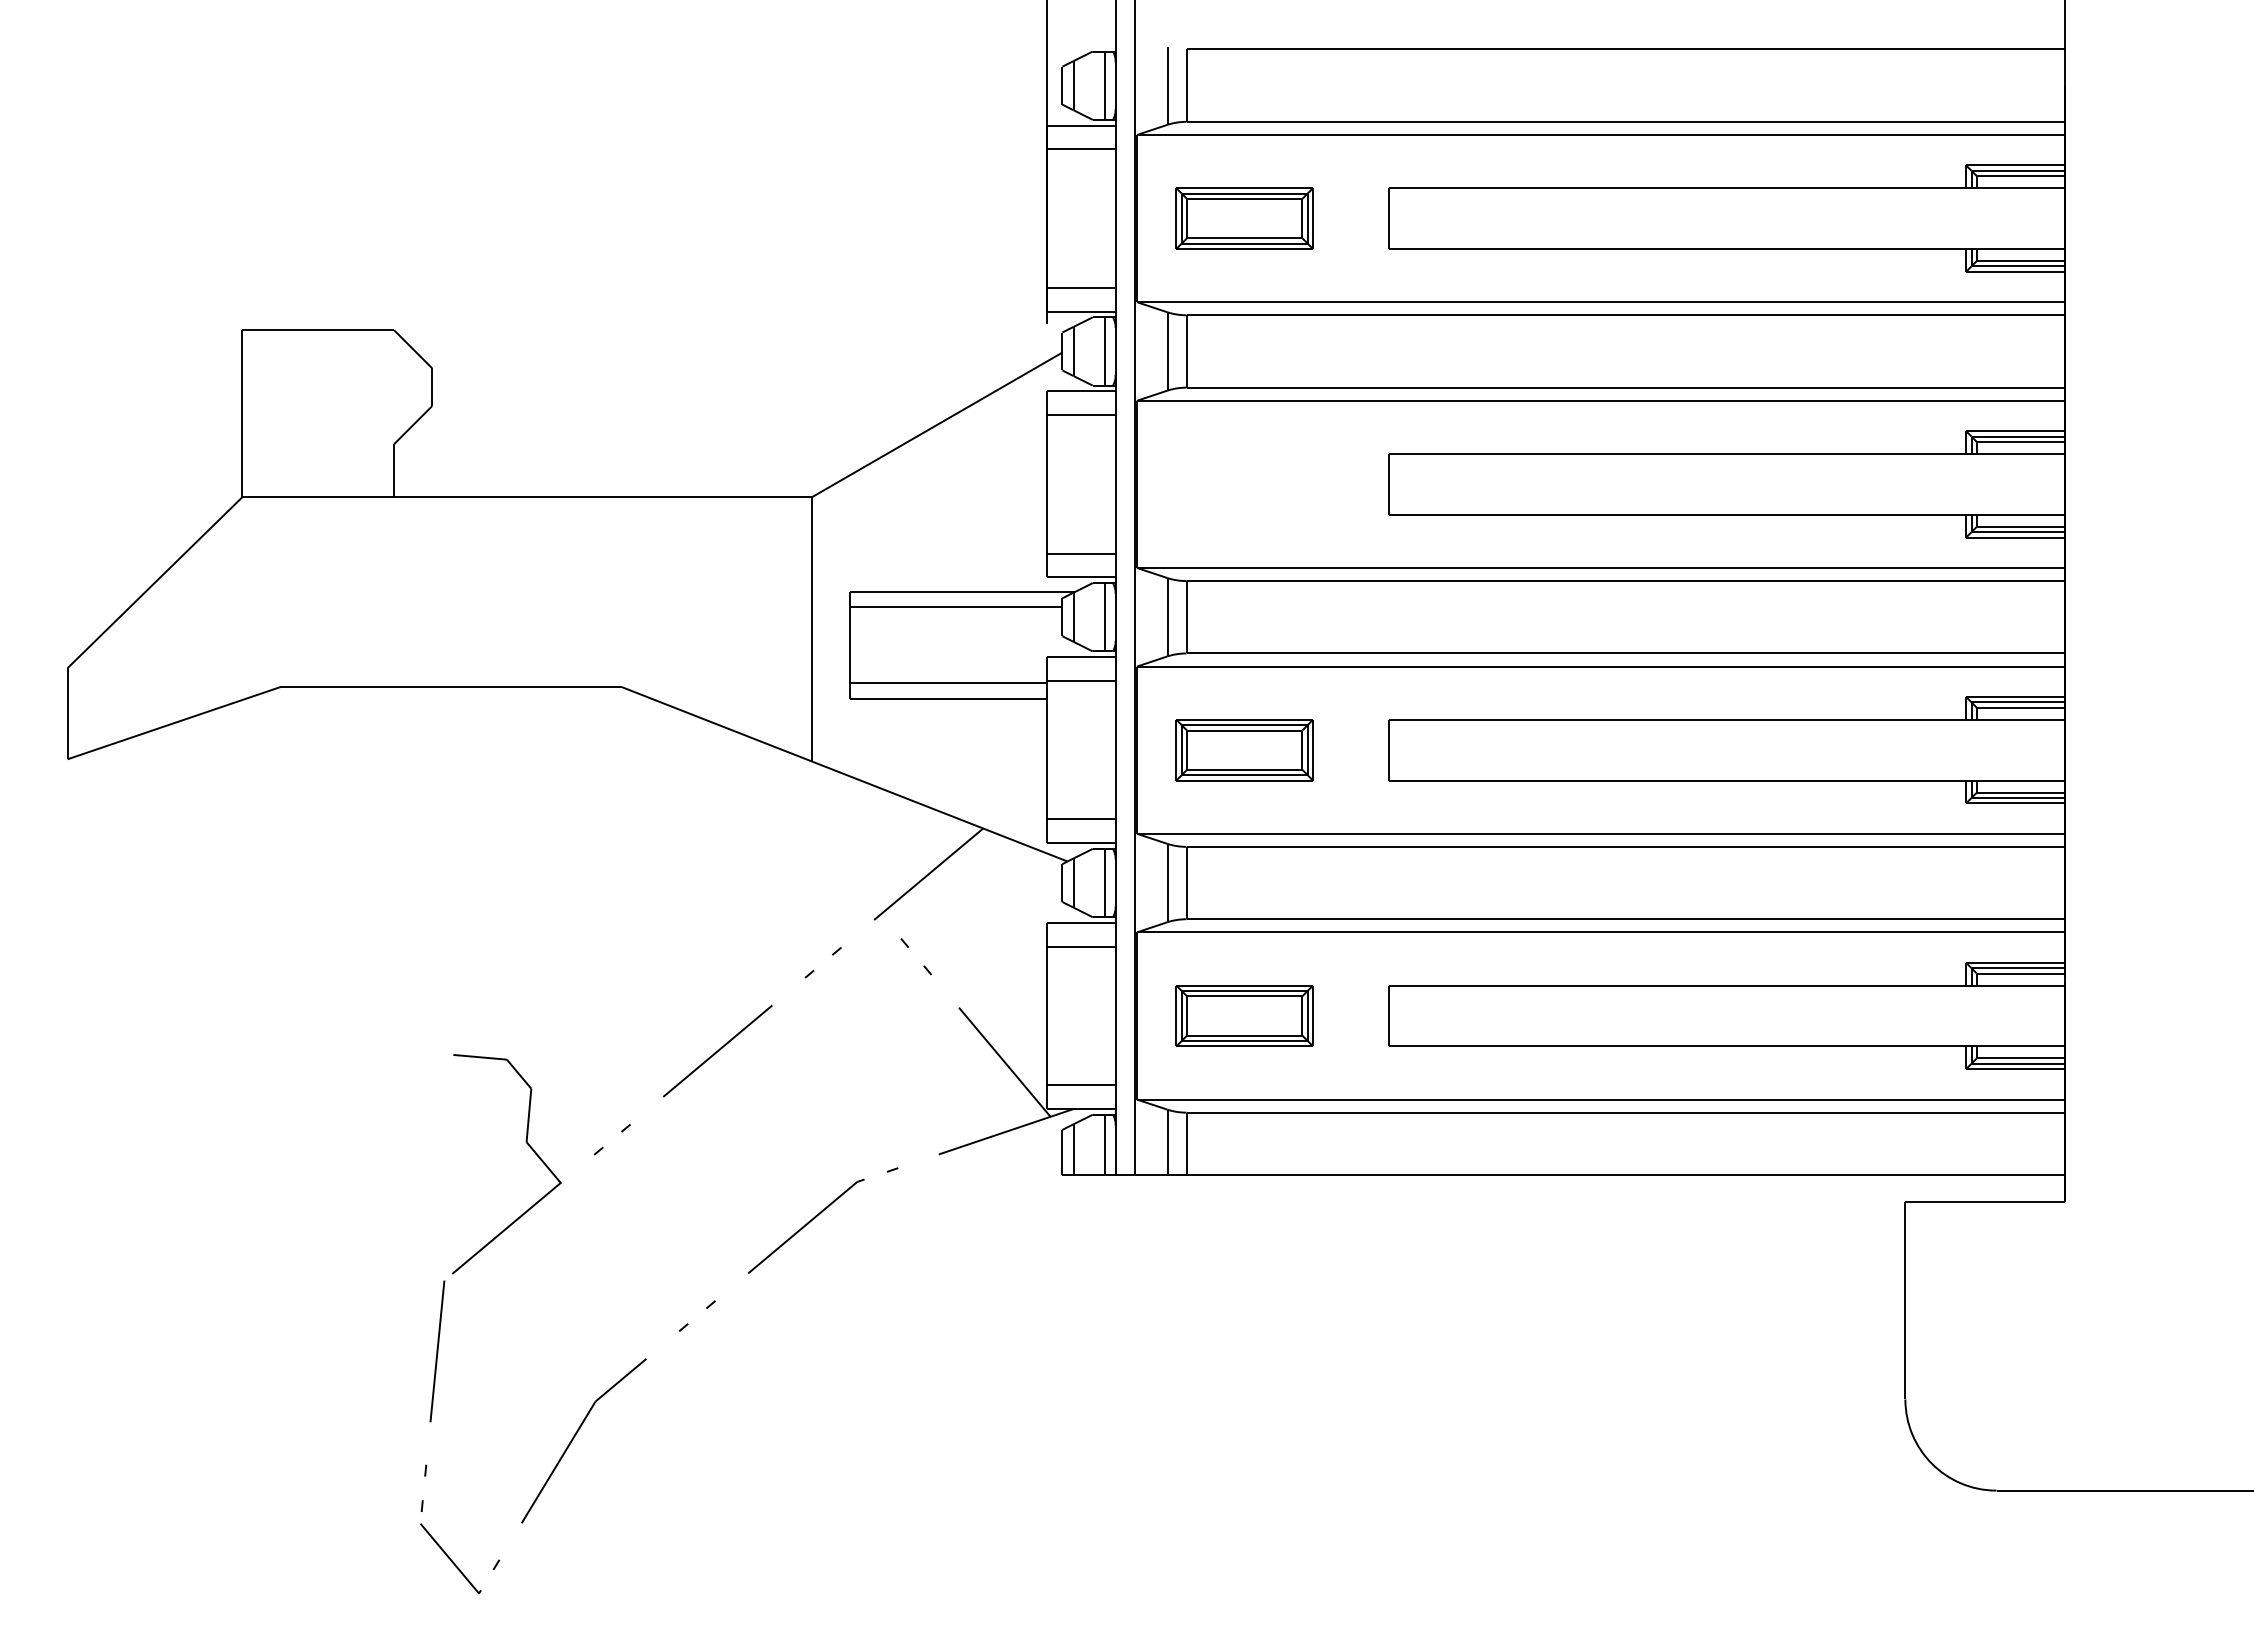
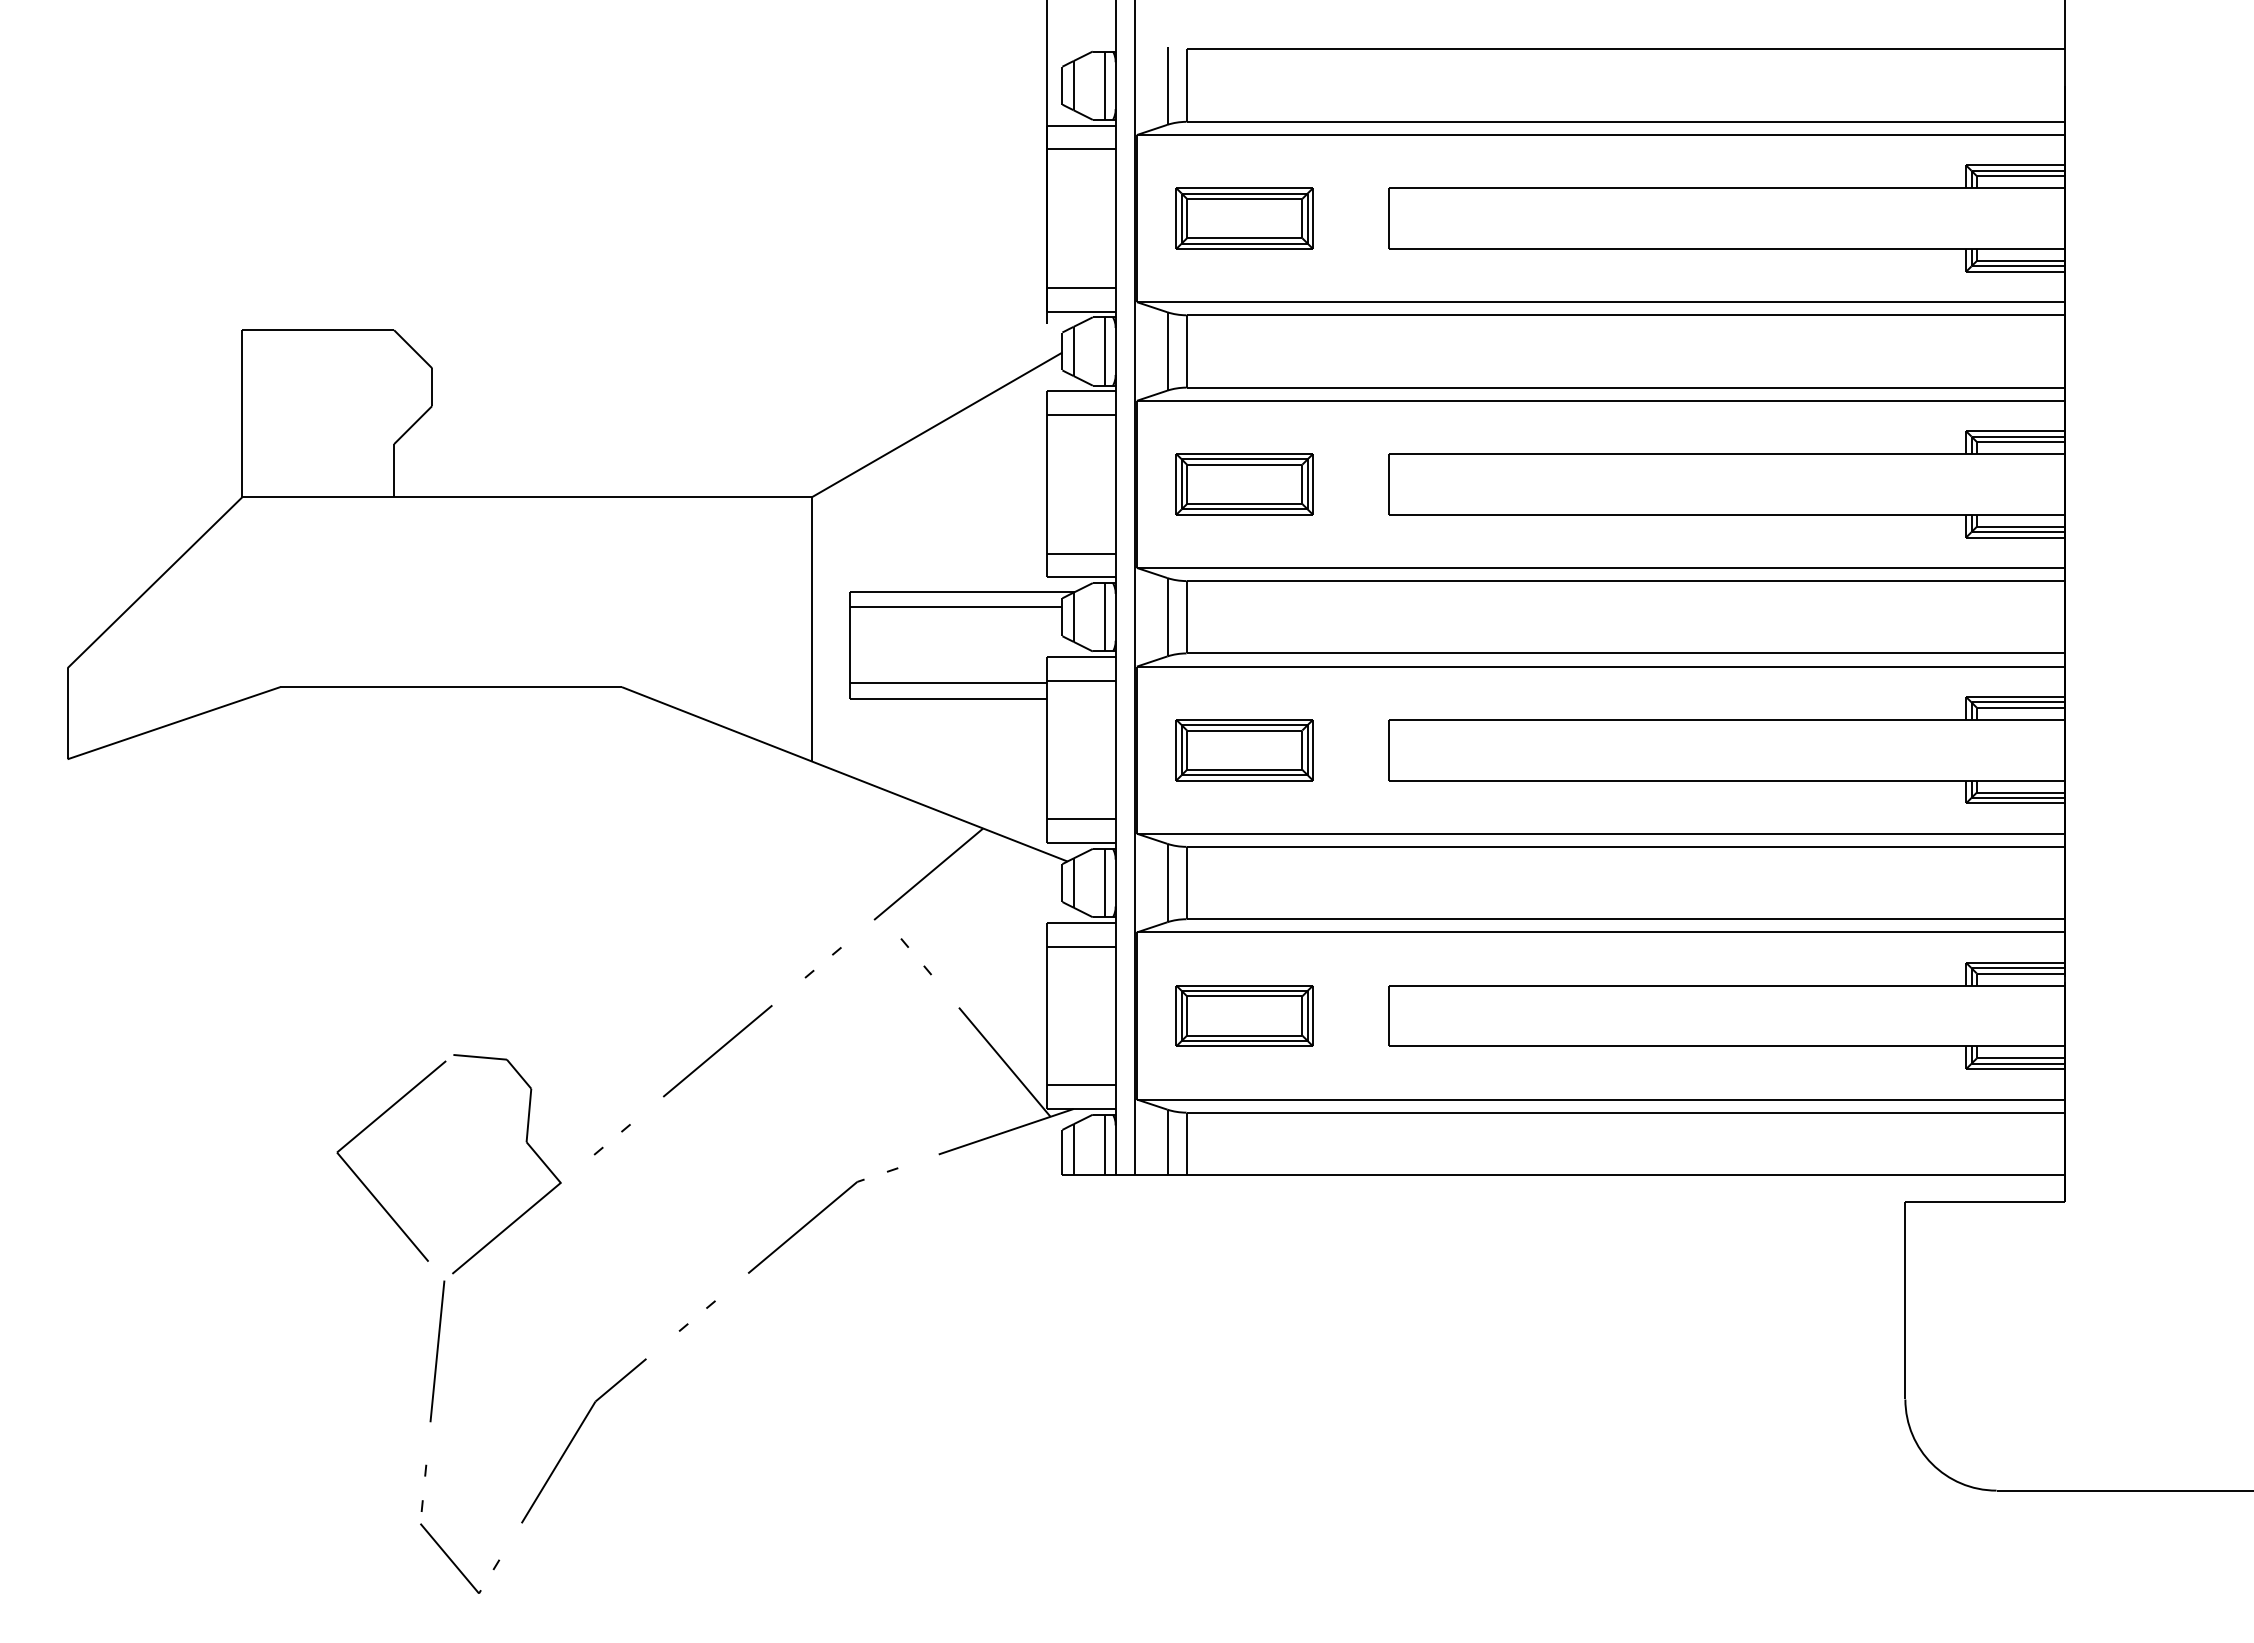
part at (1244, 484): none -> present
part at (365, 1184): none -> present
